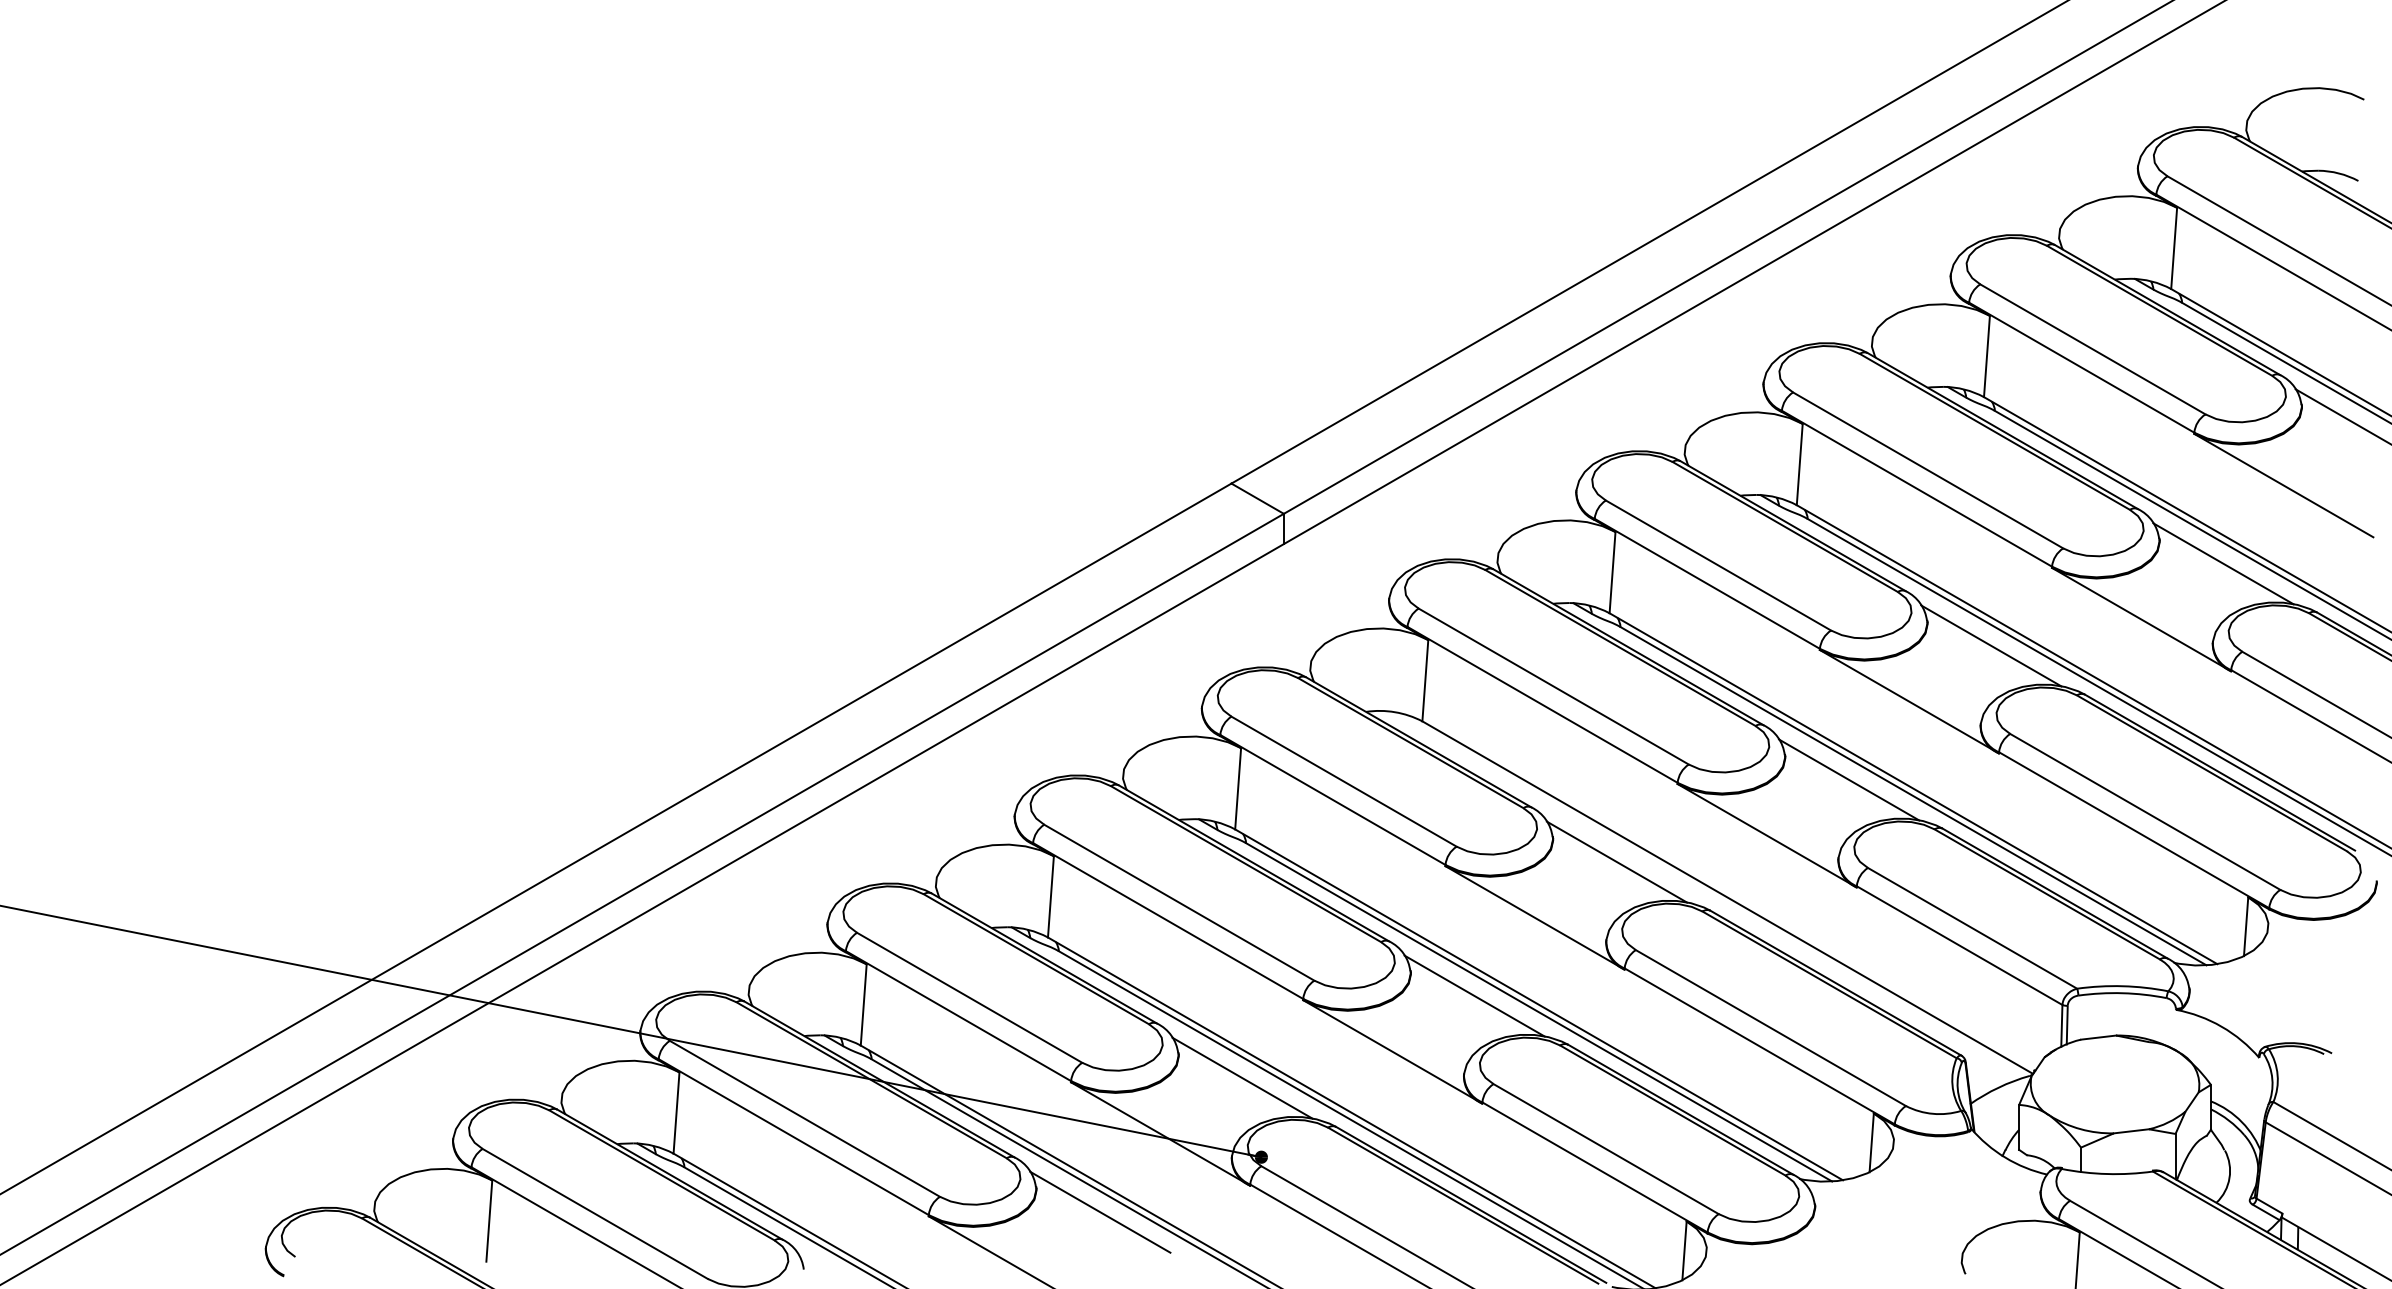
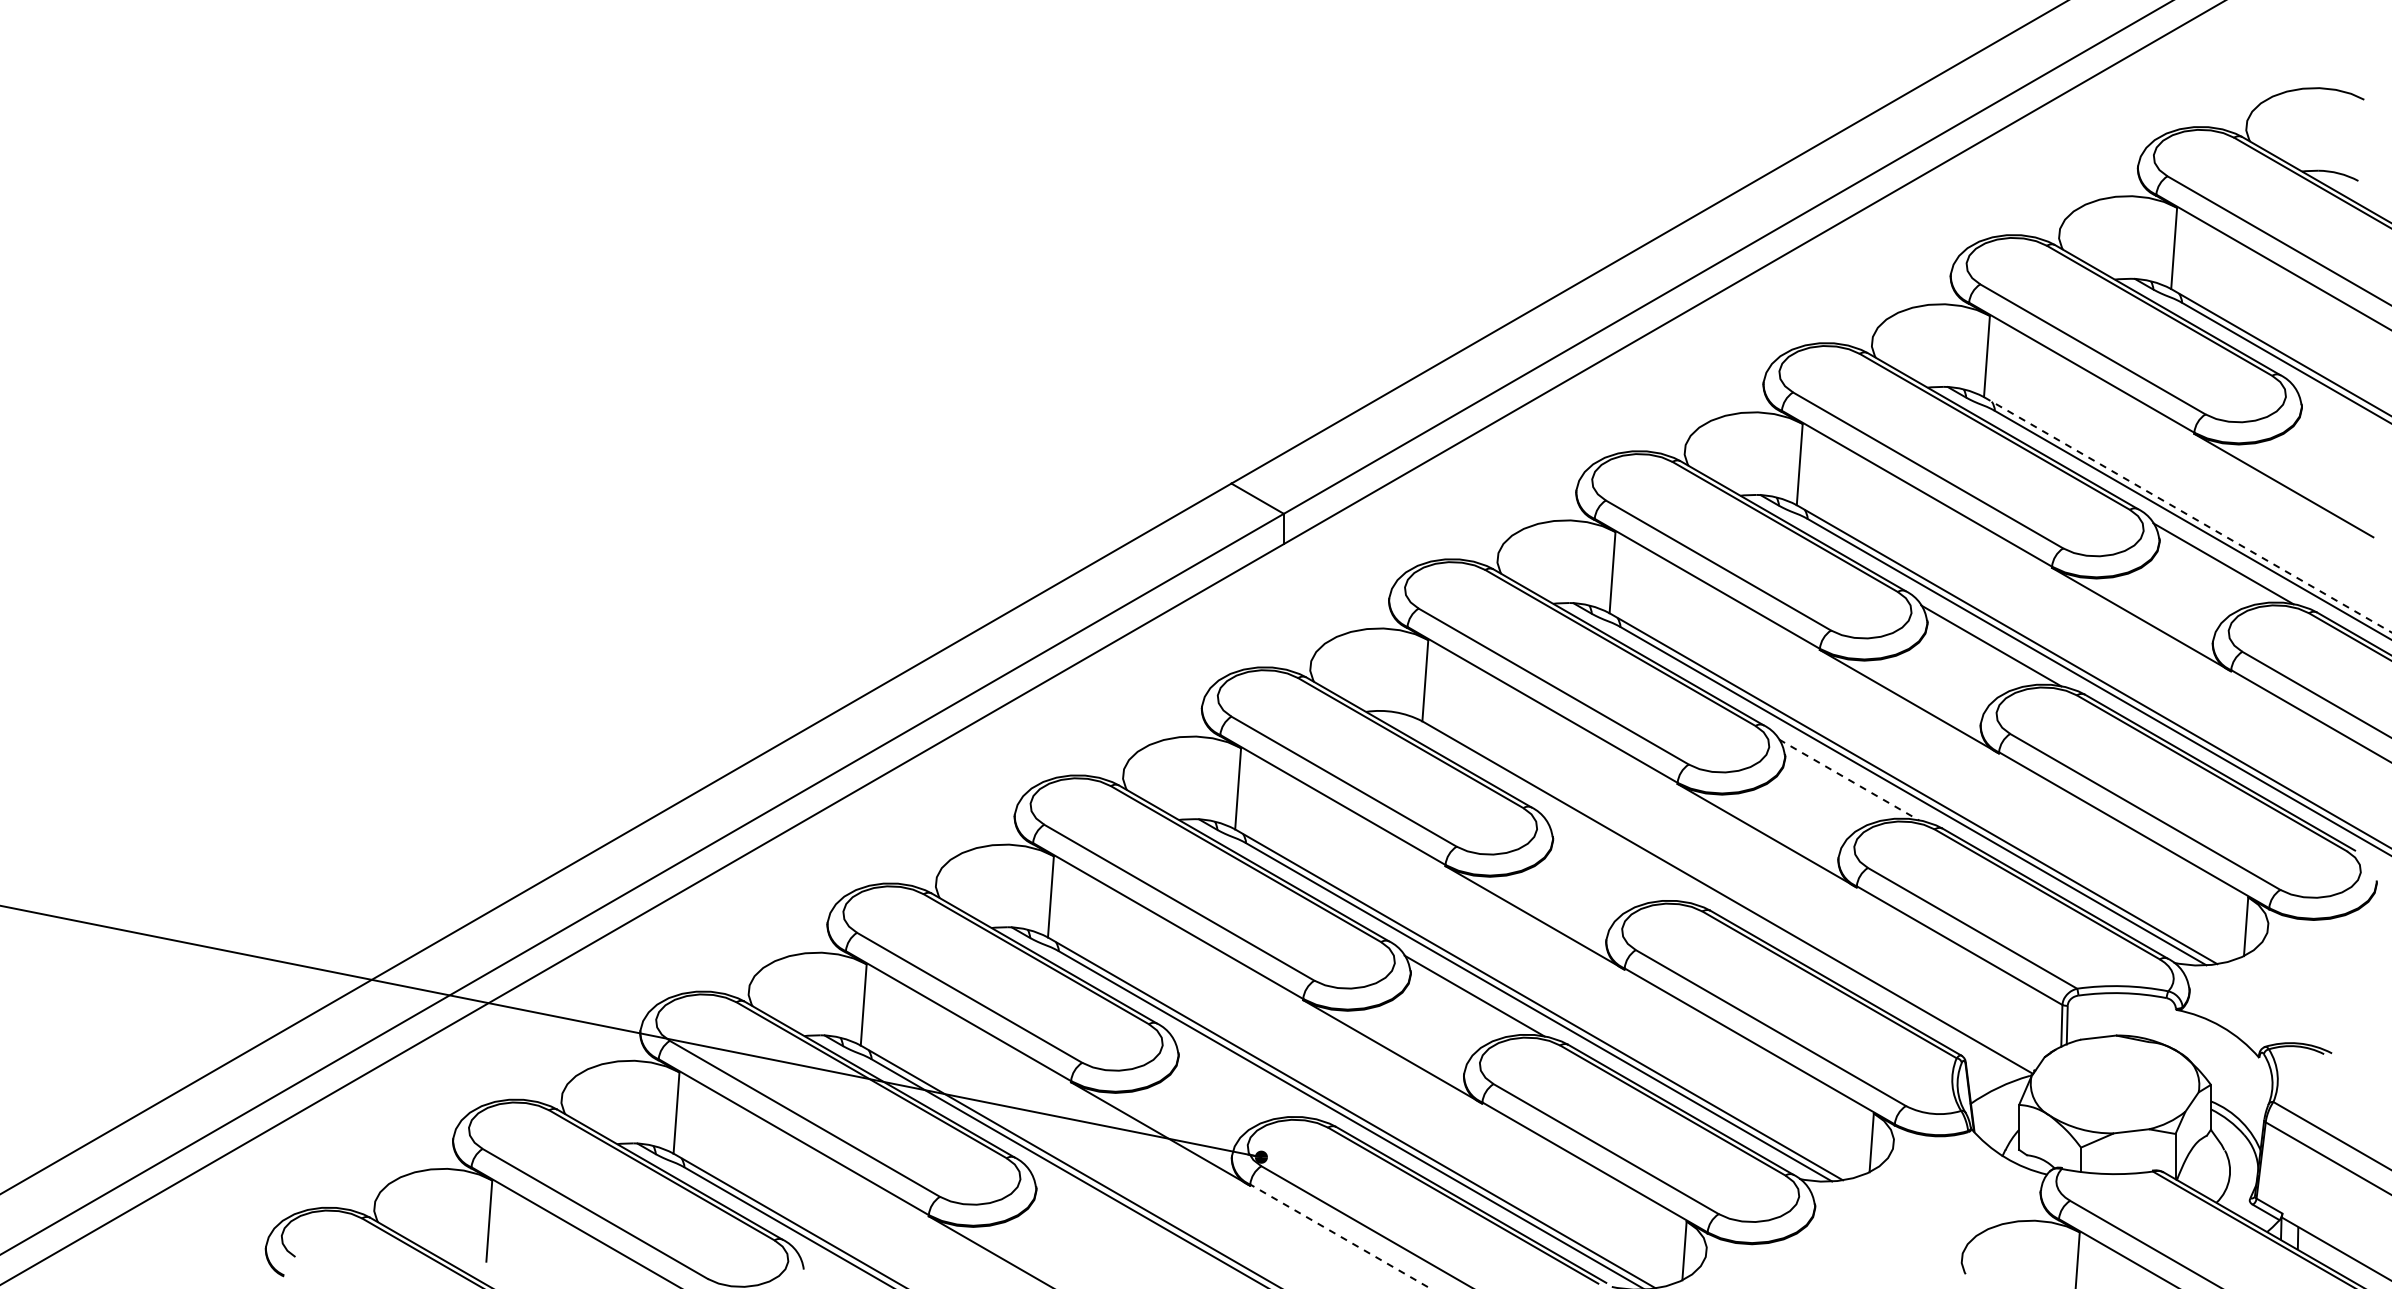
line at (2341, 416): present -> none
line at (2187, 514): solid -> dashed
line at (1849, 779): solid -> dashed
line at (1616, 861): present -> none
line at (1242, 1077): present -> none
line at (1100, 1211): present -> none
line at (1340, 1236): solid -> dashed
